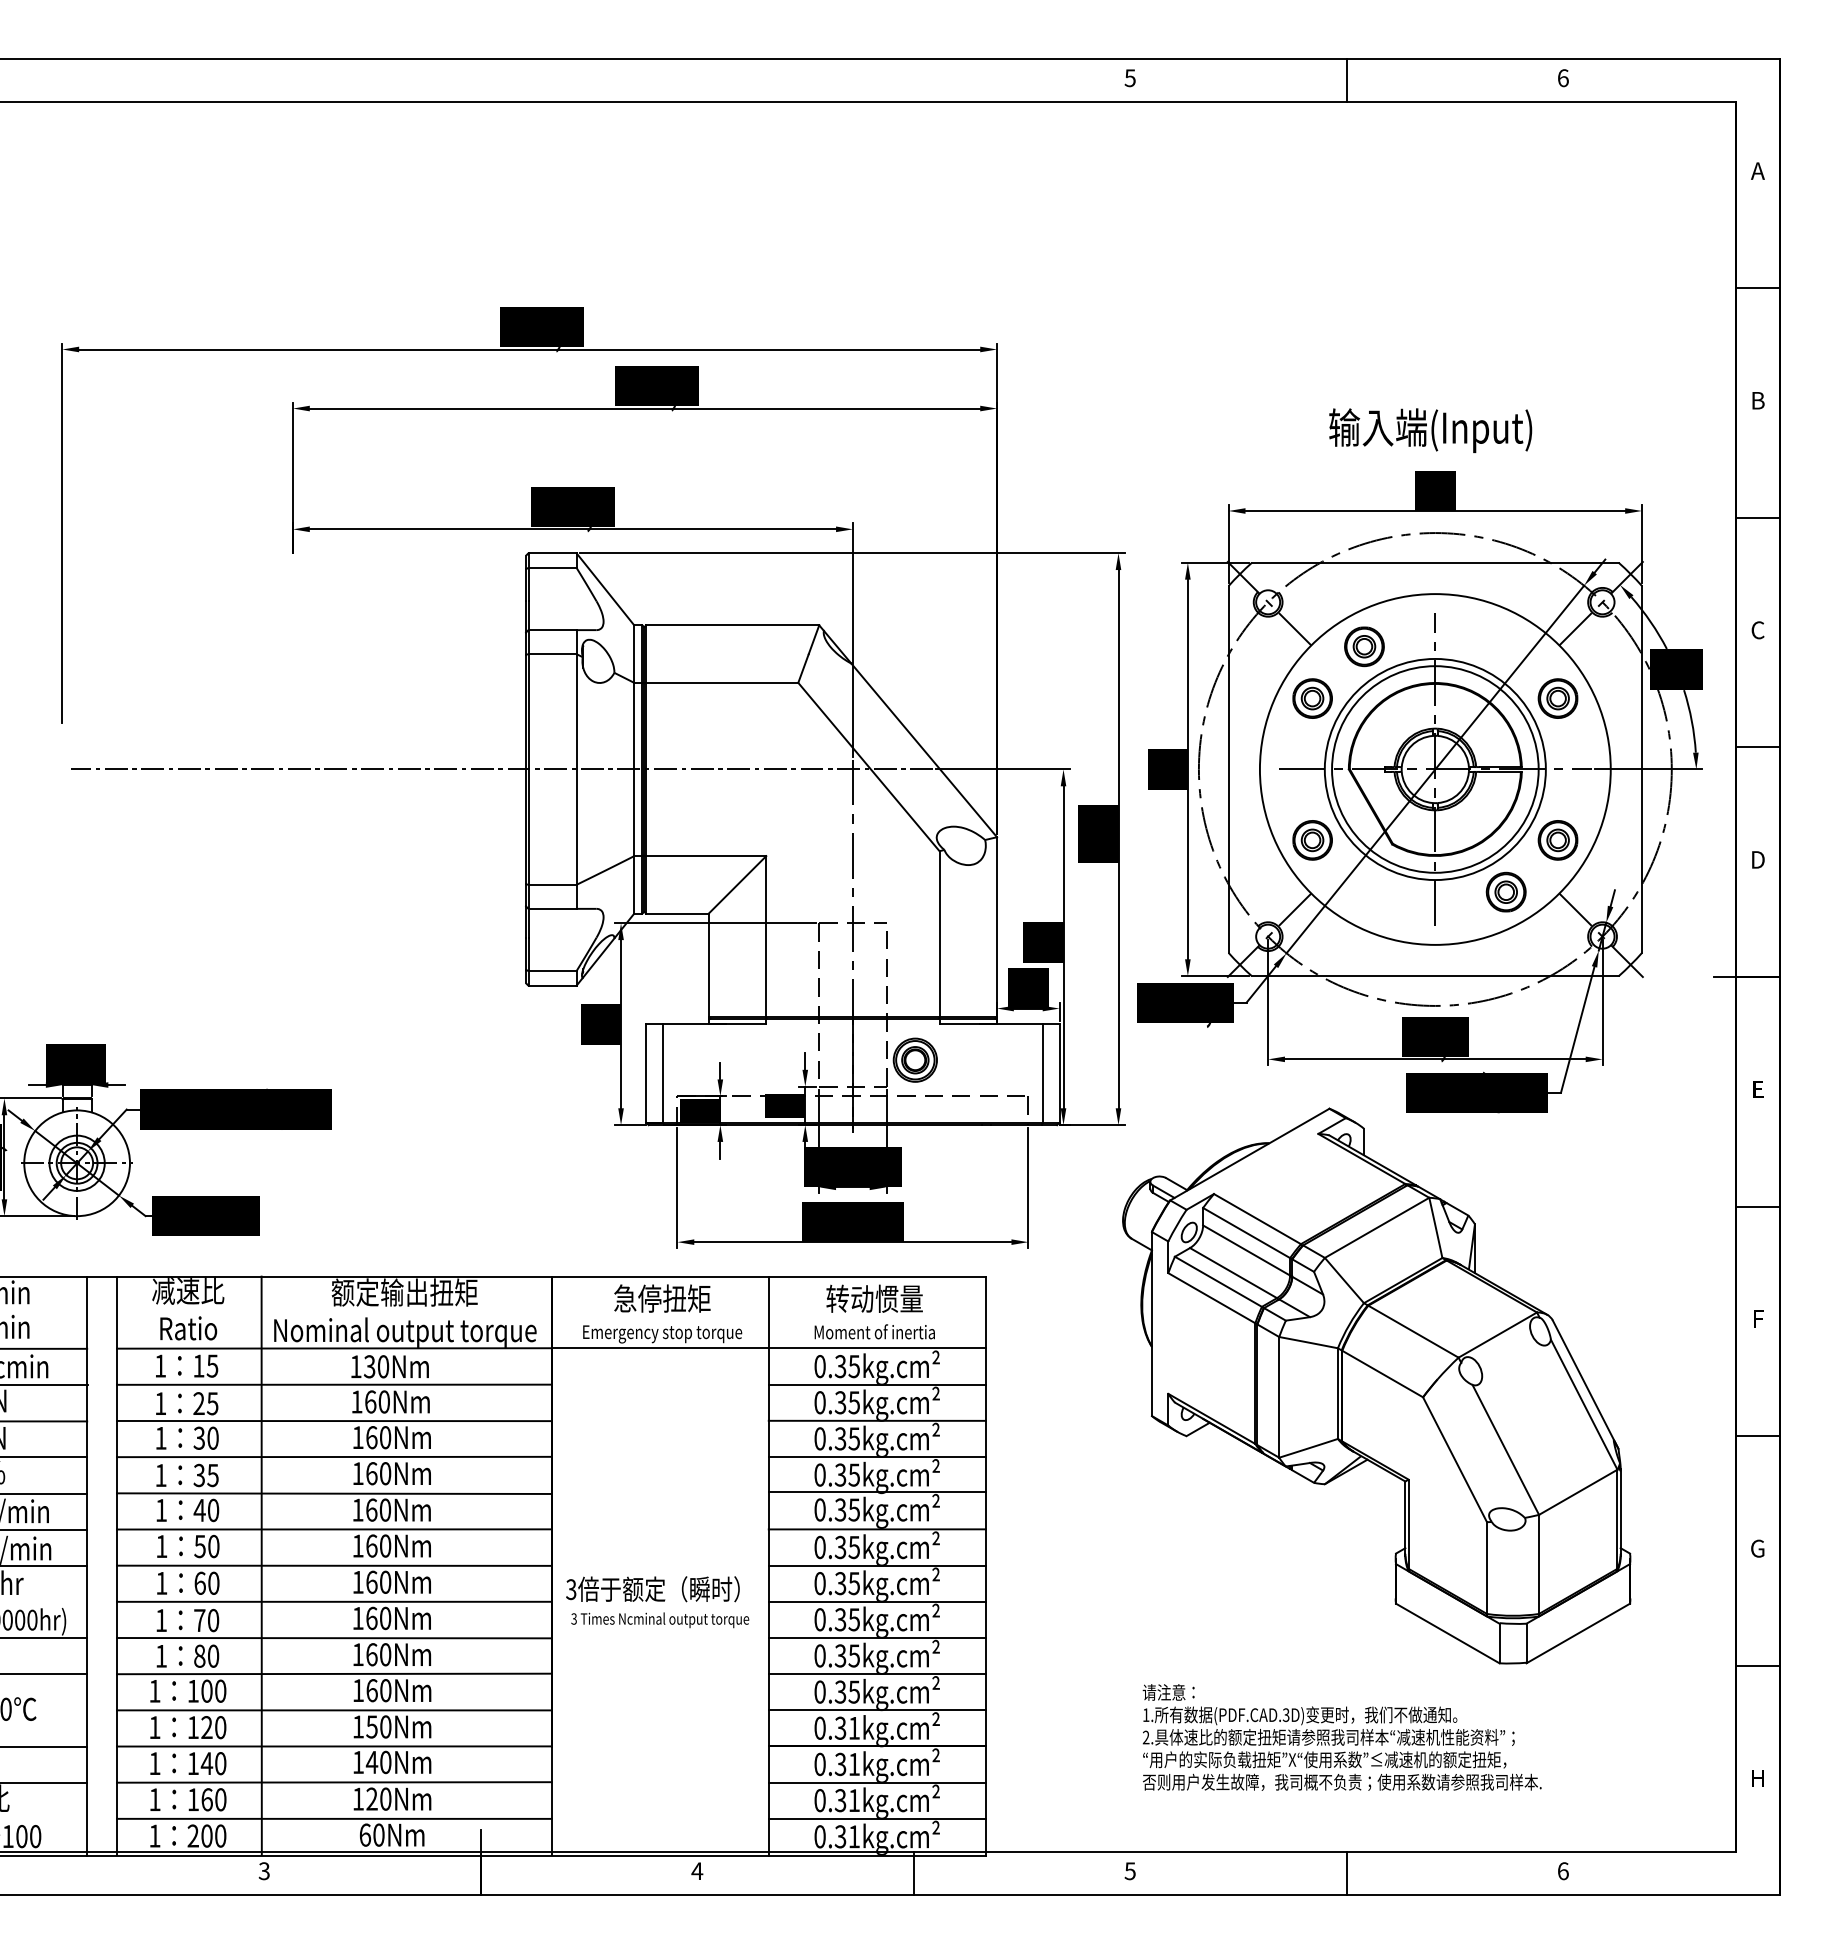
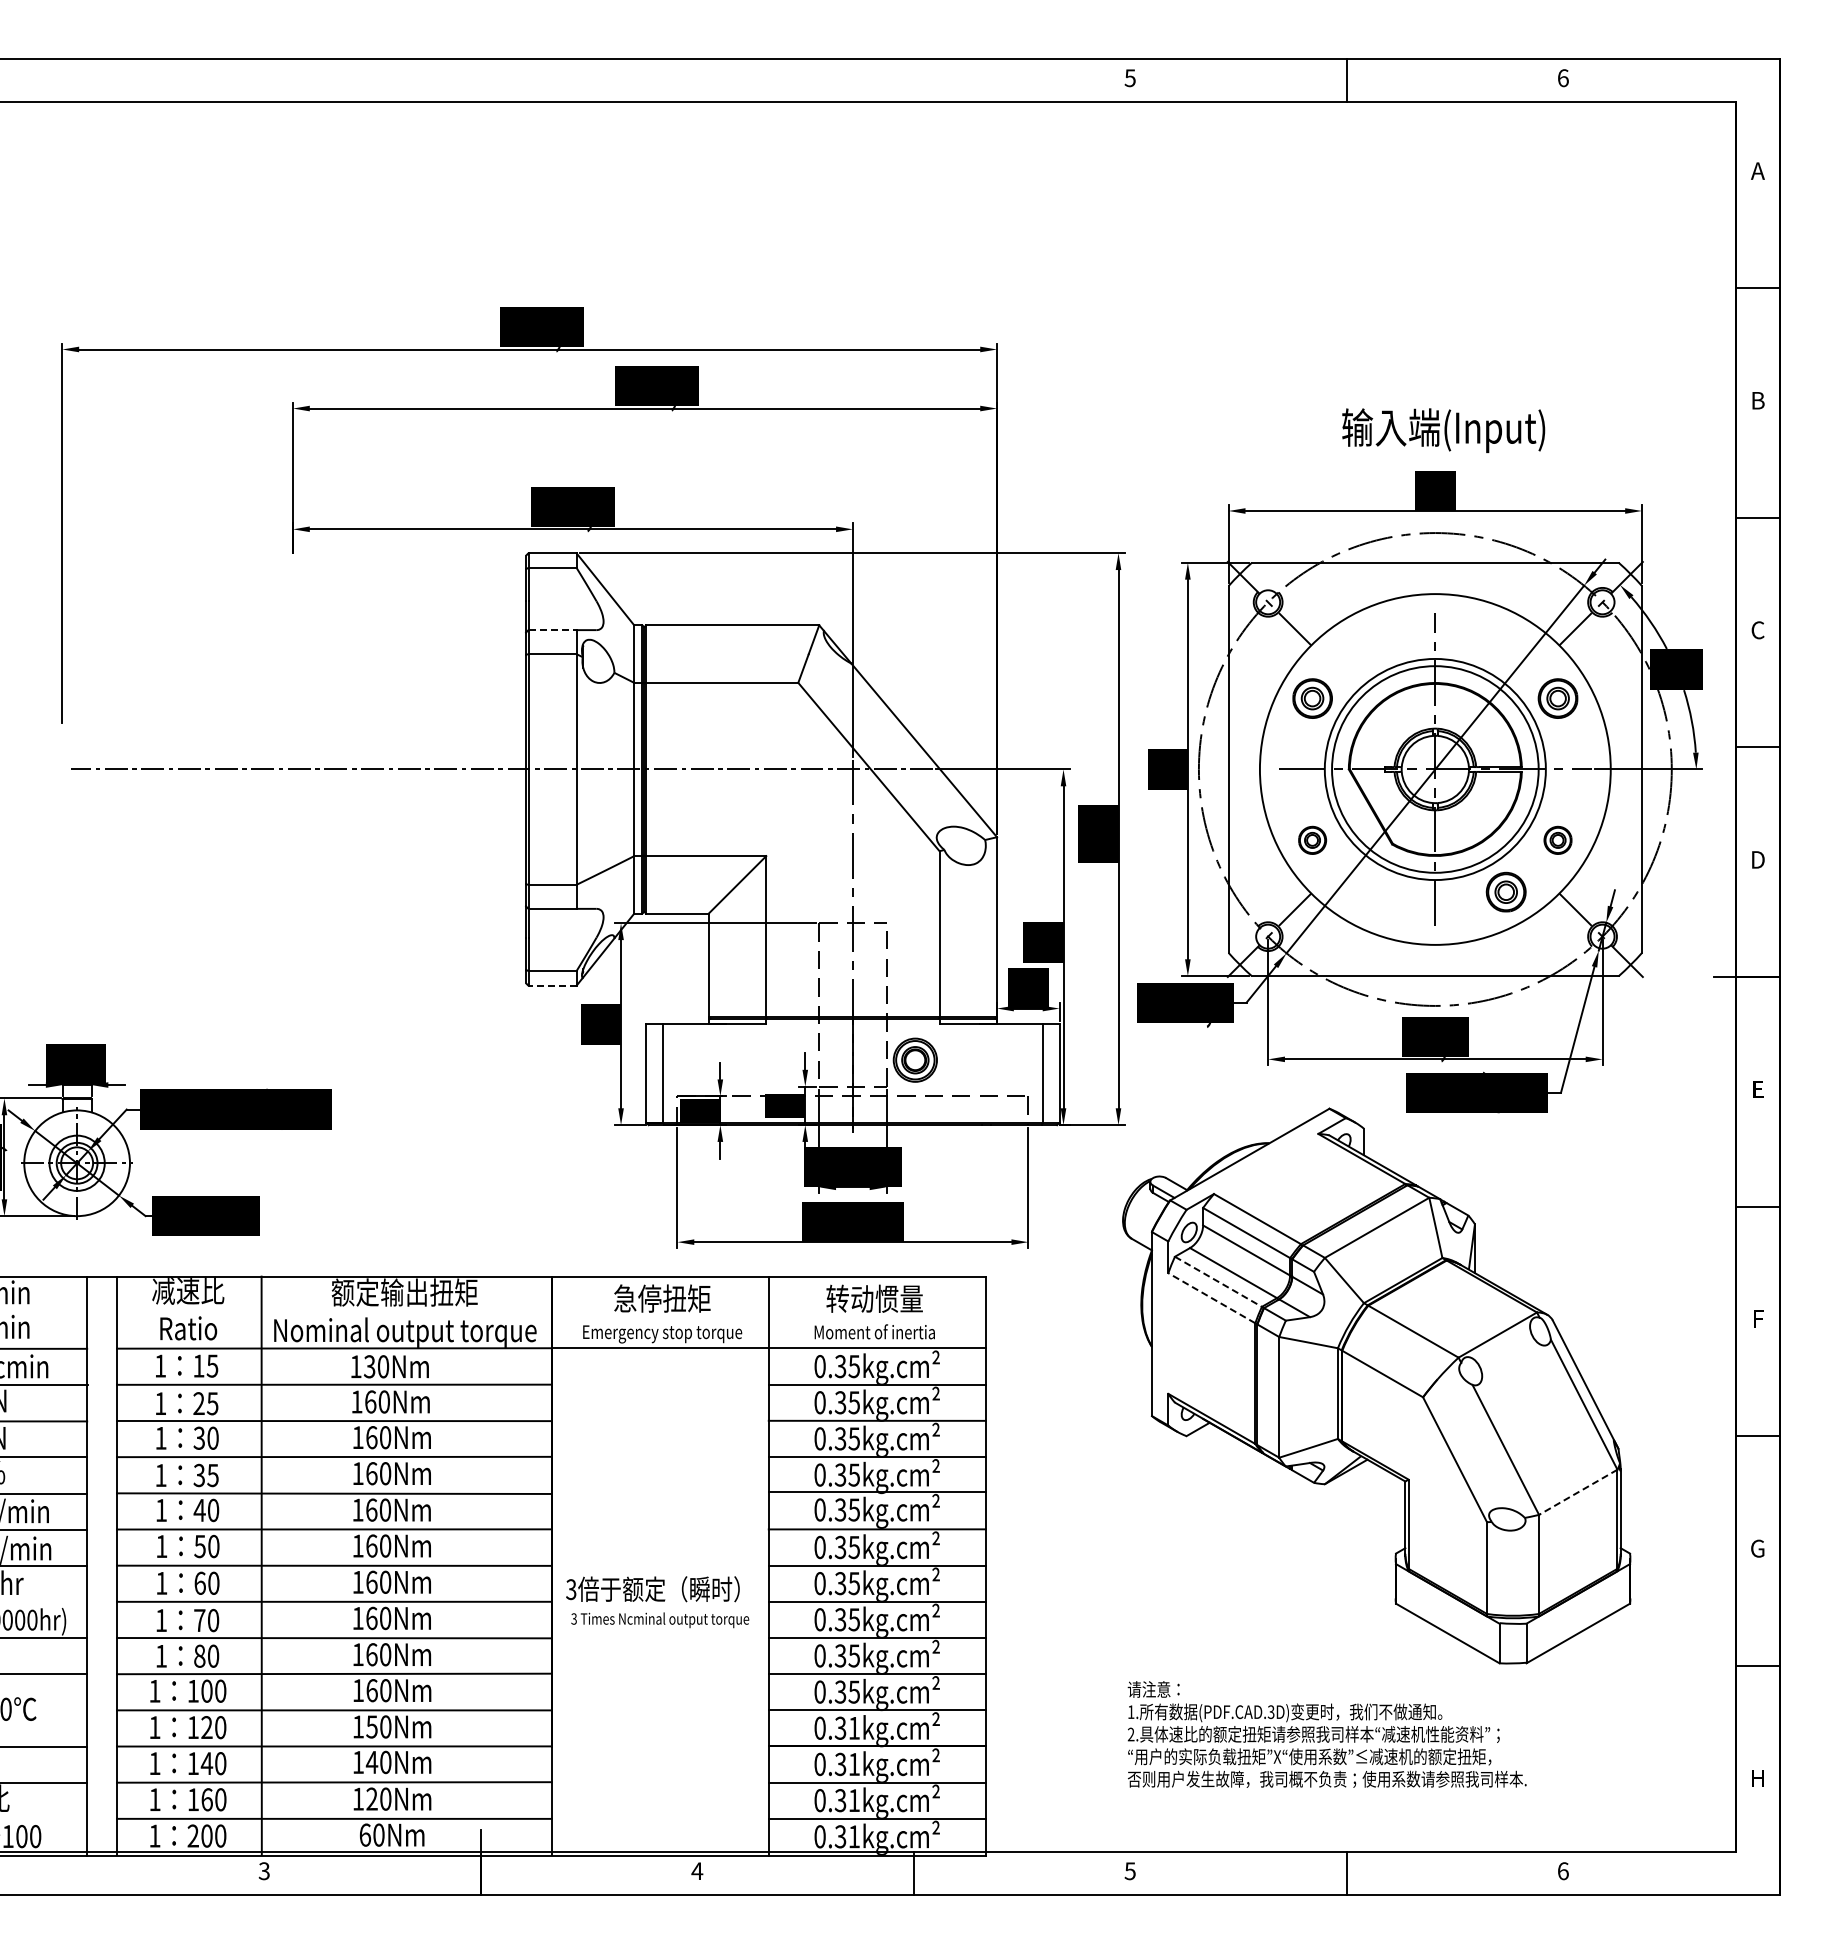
text at (1430, 430) position: (1430, 430) -> (1443, 430)
line at (553, 630): solid -> dashed
part at (1364, 646): present -> none
part at (1312, 840) size: 41x41 px -> 30x30 px
part at (1557, 840) size: 42x41 px -> 30x30 px
line at (552, 985): solid -> dashed
line at (1218, 1282): solid -> dashed
line at (1211, 1297): solid -> dashed
line at (1577, 1492): solid -> dashed
text at (1341, 1737) position: (1341, 1737) -> (1326, 1734)
